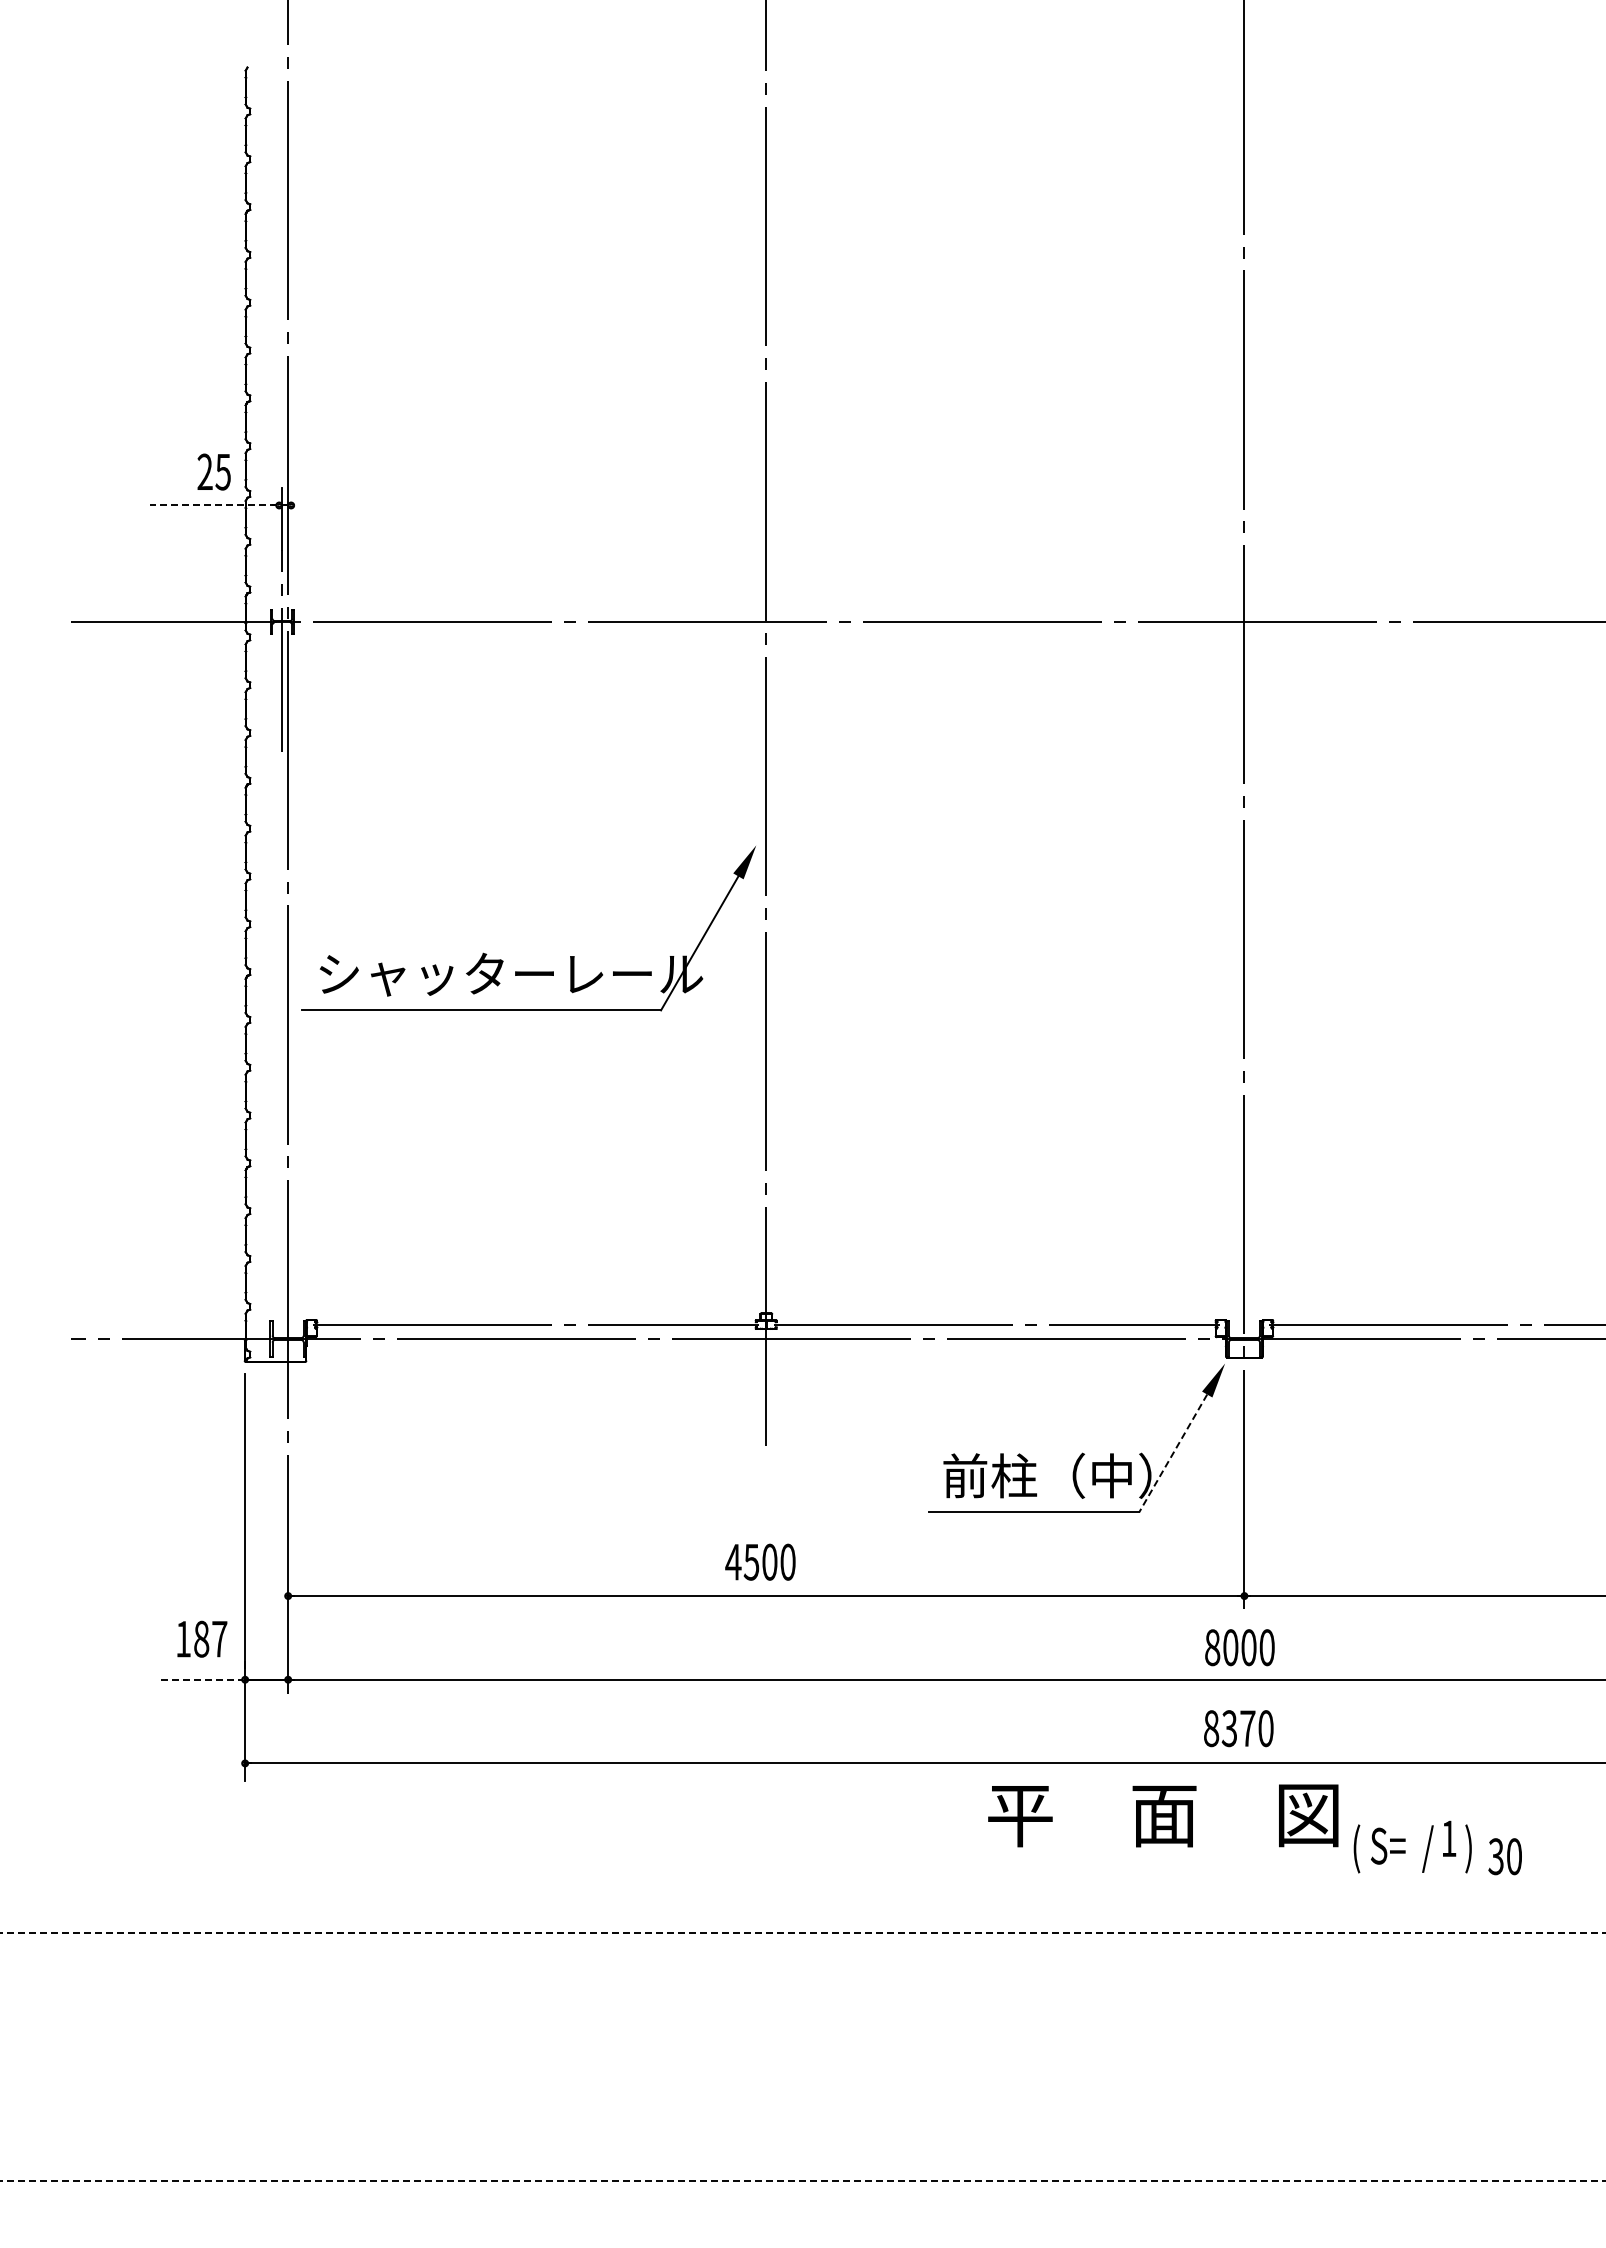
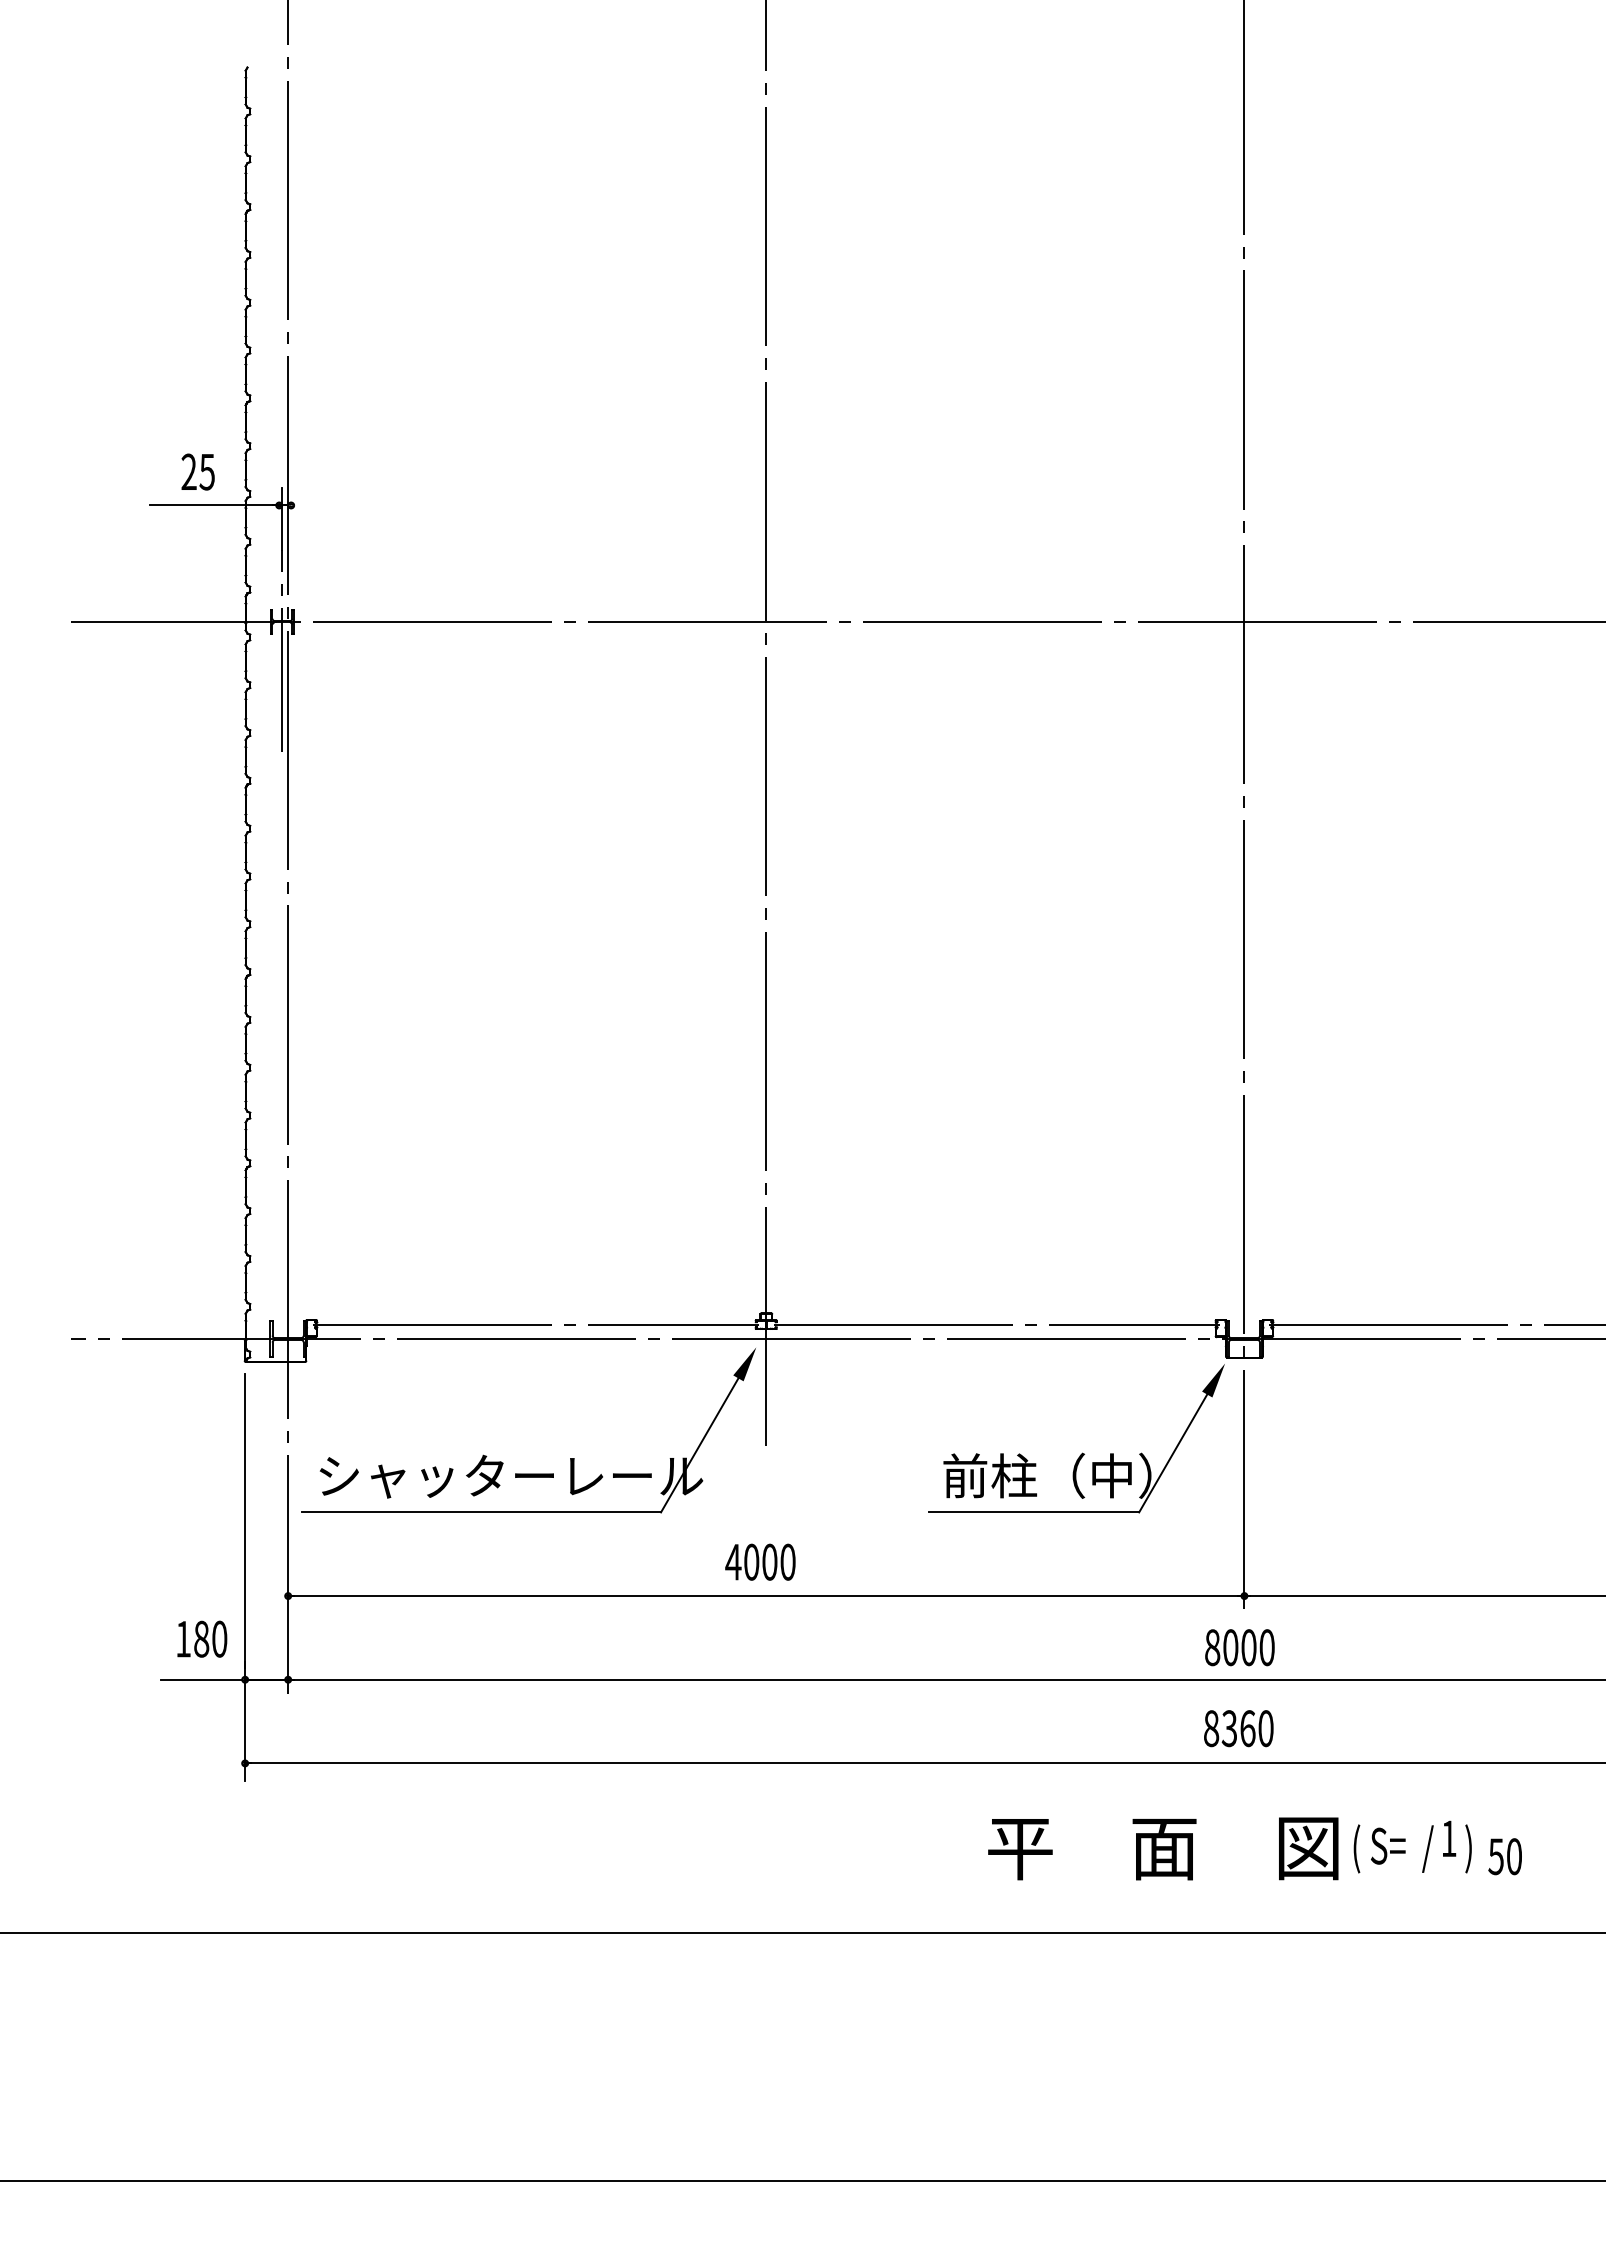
text at (213, 471) position: (213, 471) -> (197, 471)
line at (219, 505): dashed -> solid
part at (503, 960) position: (503, 960) -> (503, 1462)
line at (1172, 1453): dashed -> solid
text at (751, 1561): 4500 -> 4000
text at (219, 1638): 187 -> 180
line at (202, 1679): dashed -> solid
text at (1247, 1728): 8370 -> 8360
text at (1163, 1815) position: (1163, 1815) -> (1163, 1848)
text at (1496, 1855): 30 -> 50
line at (802, 1933): dashed -> solid
line at (802, 2180): dashed -> solid
